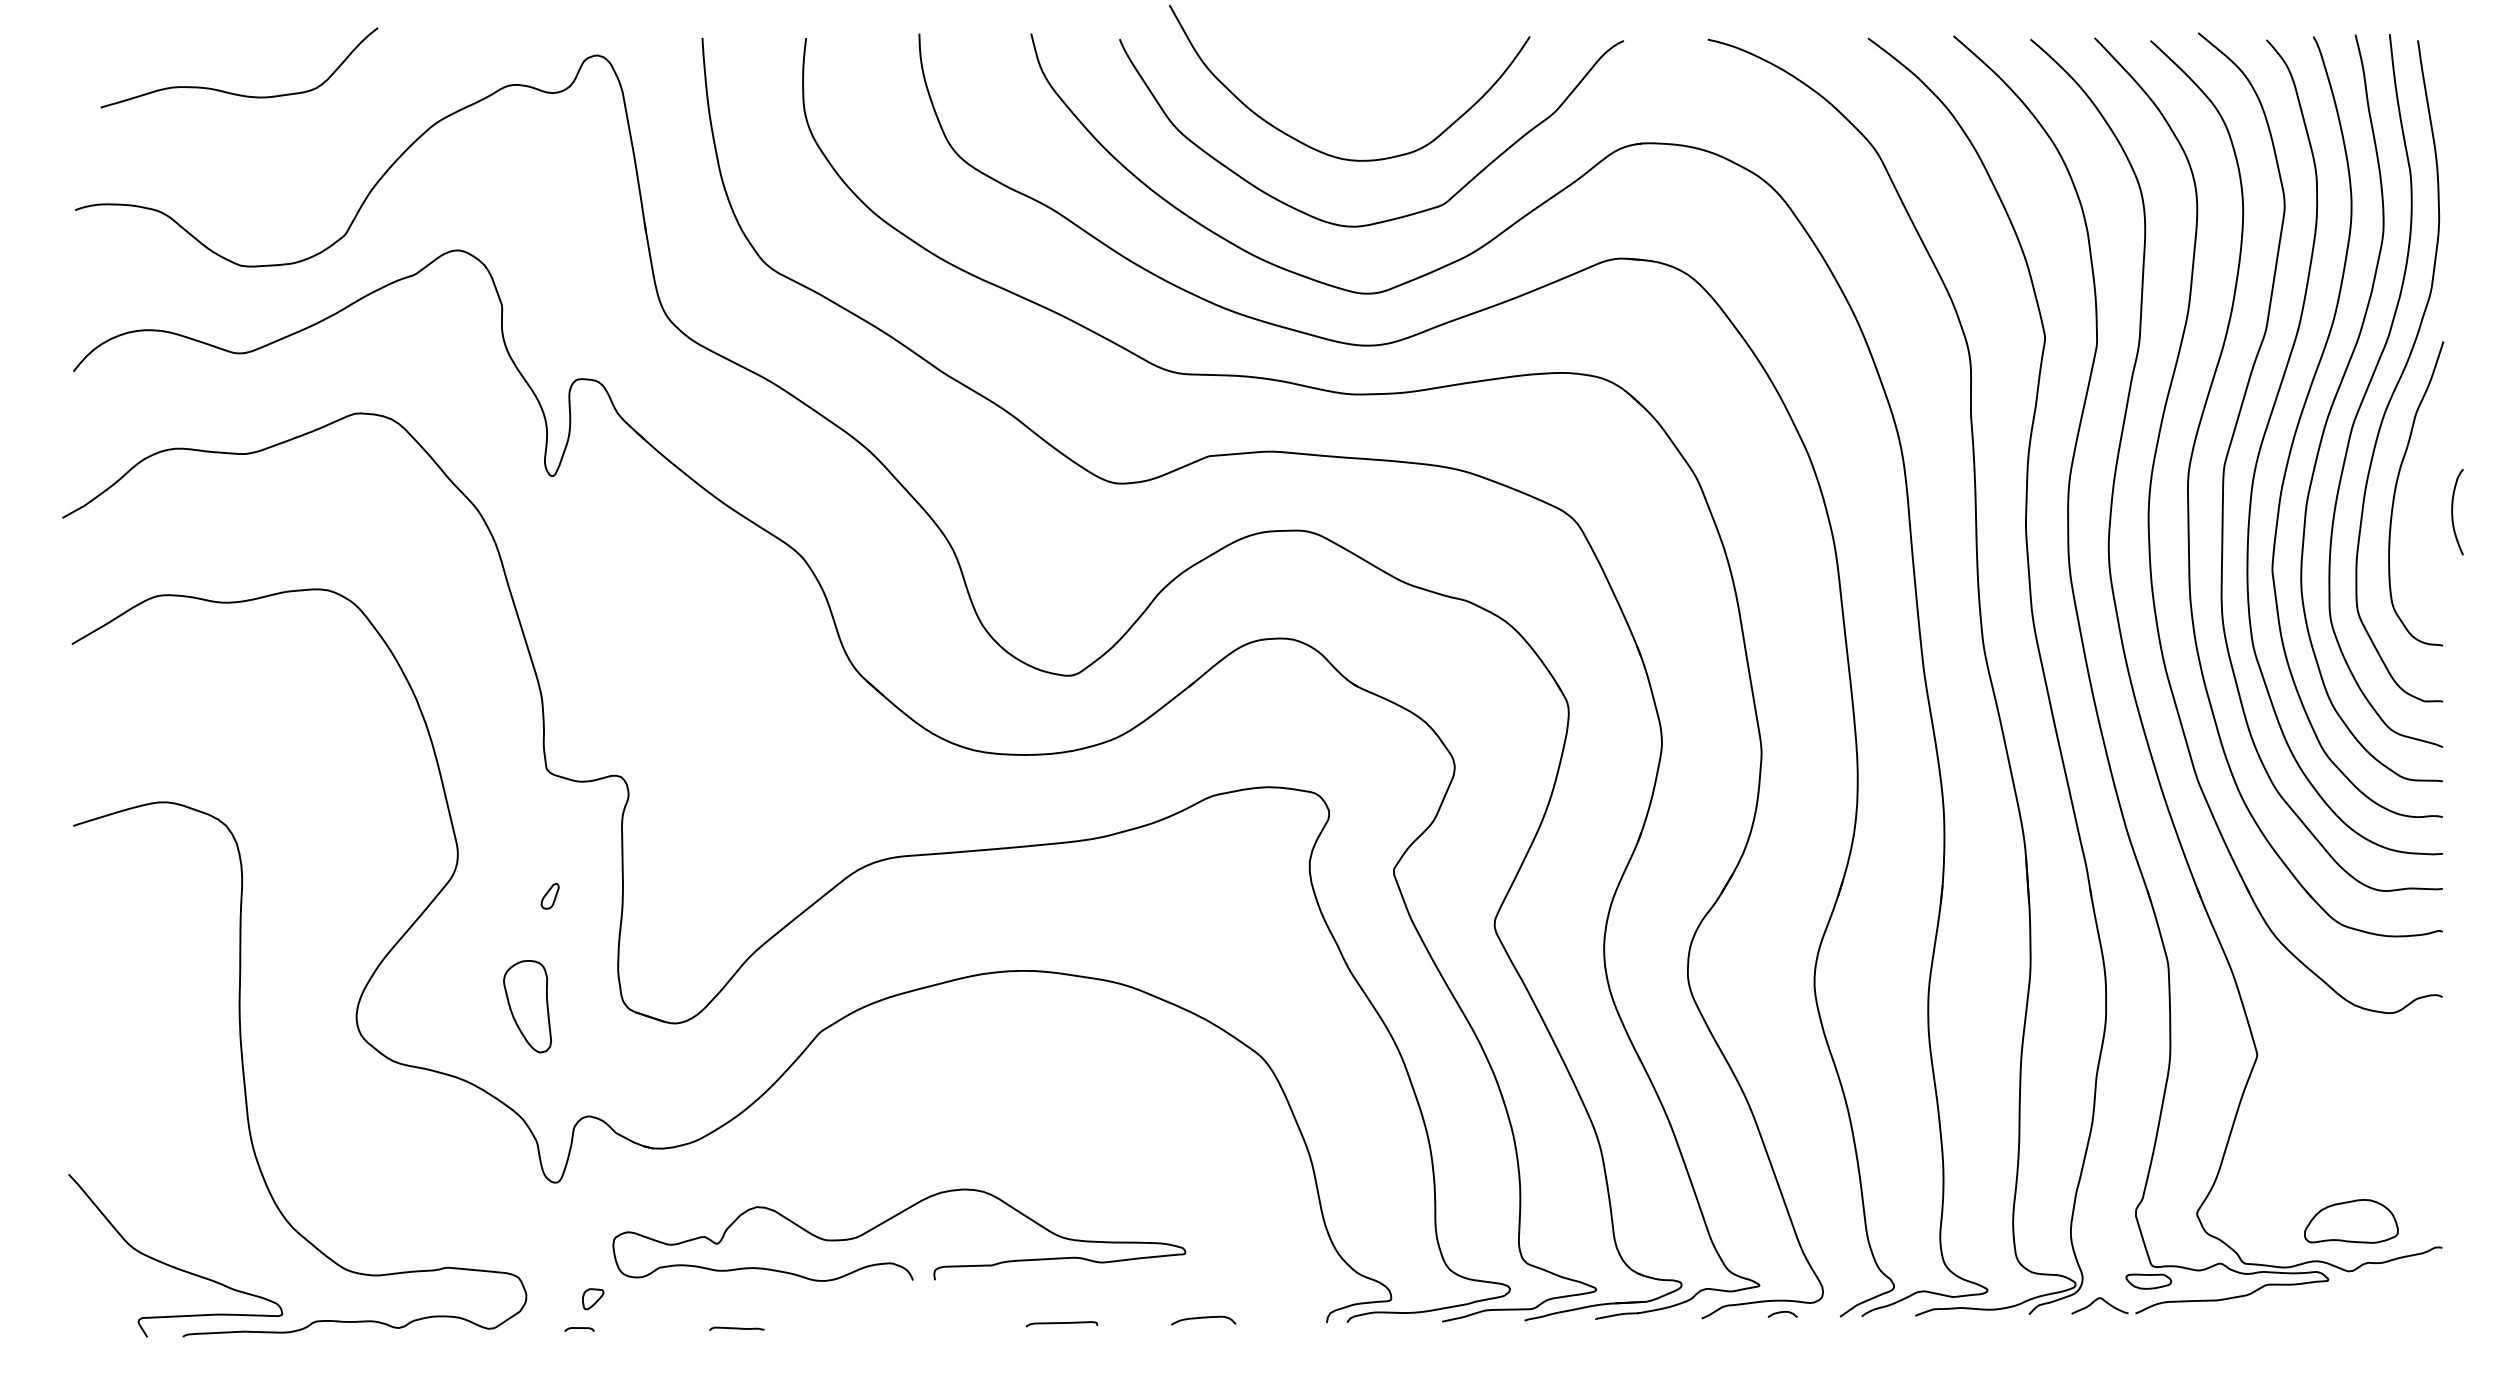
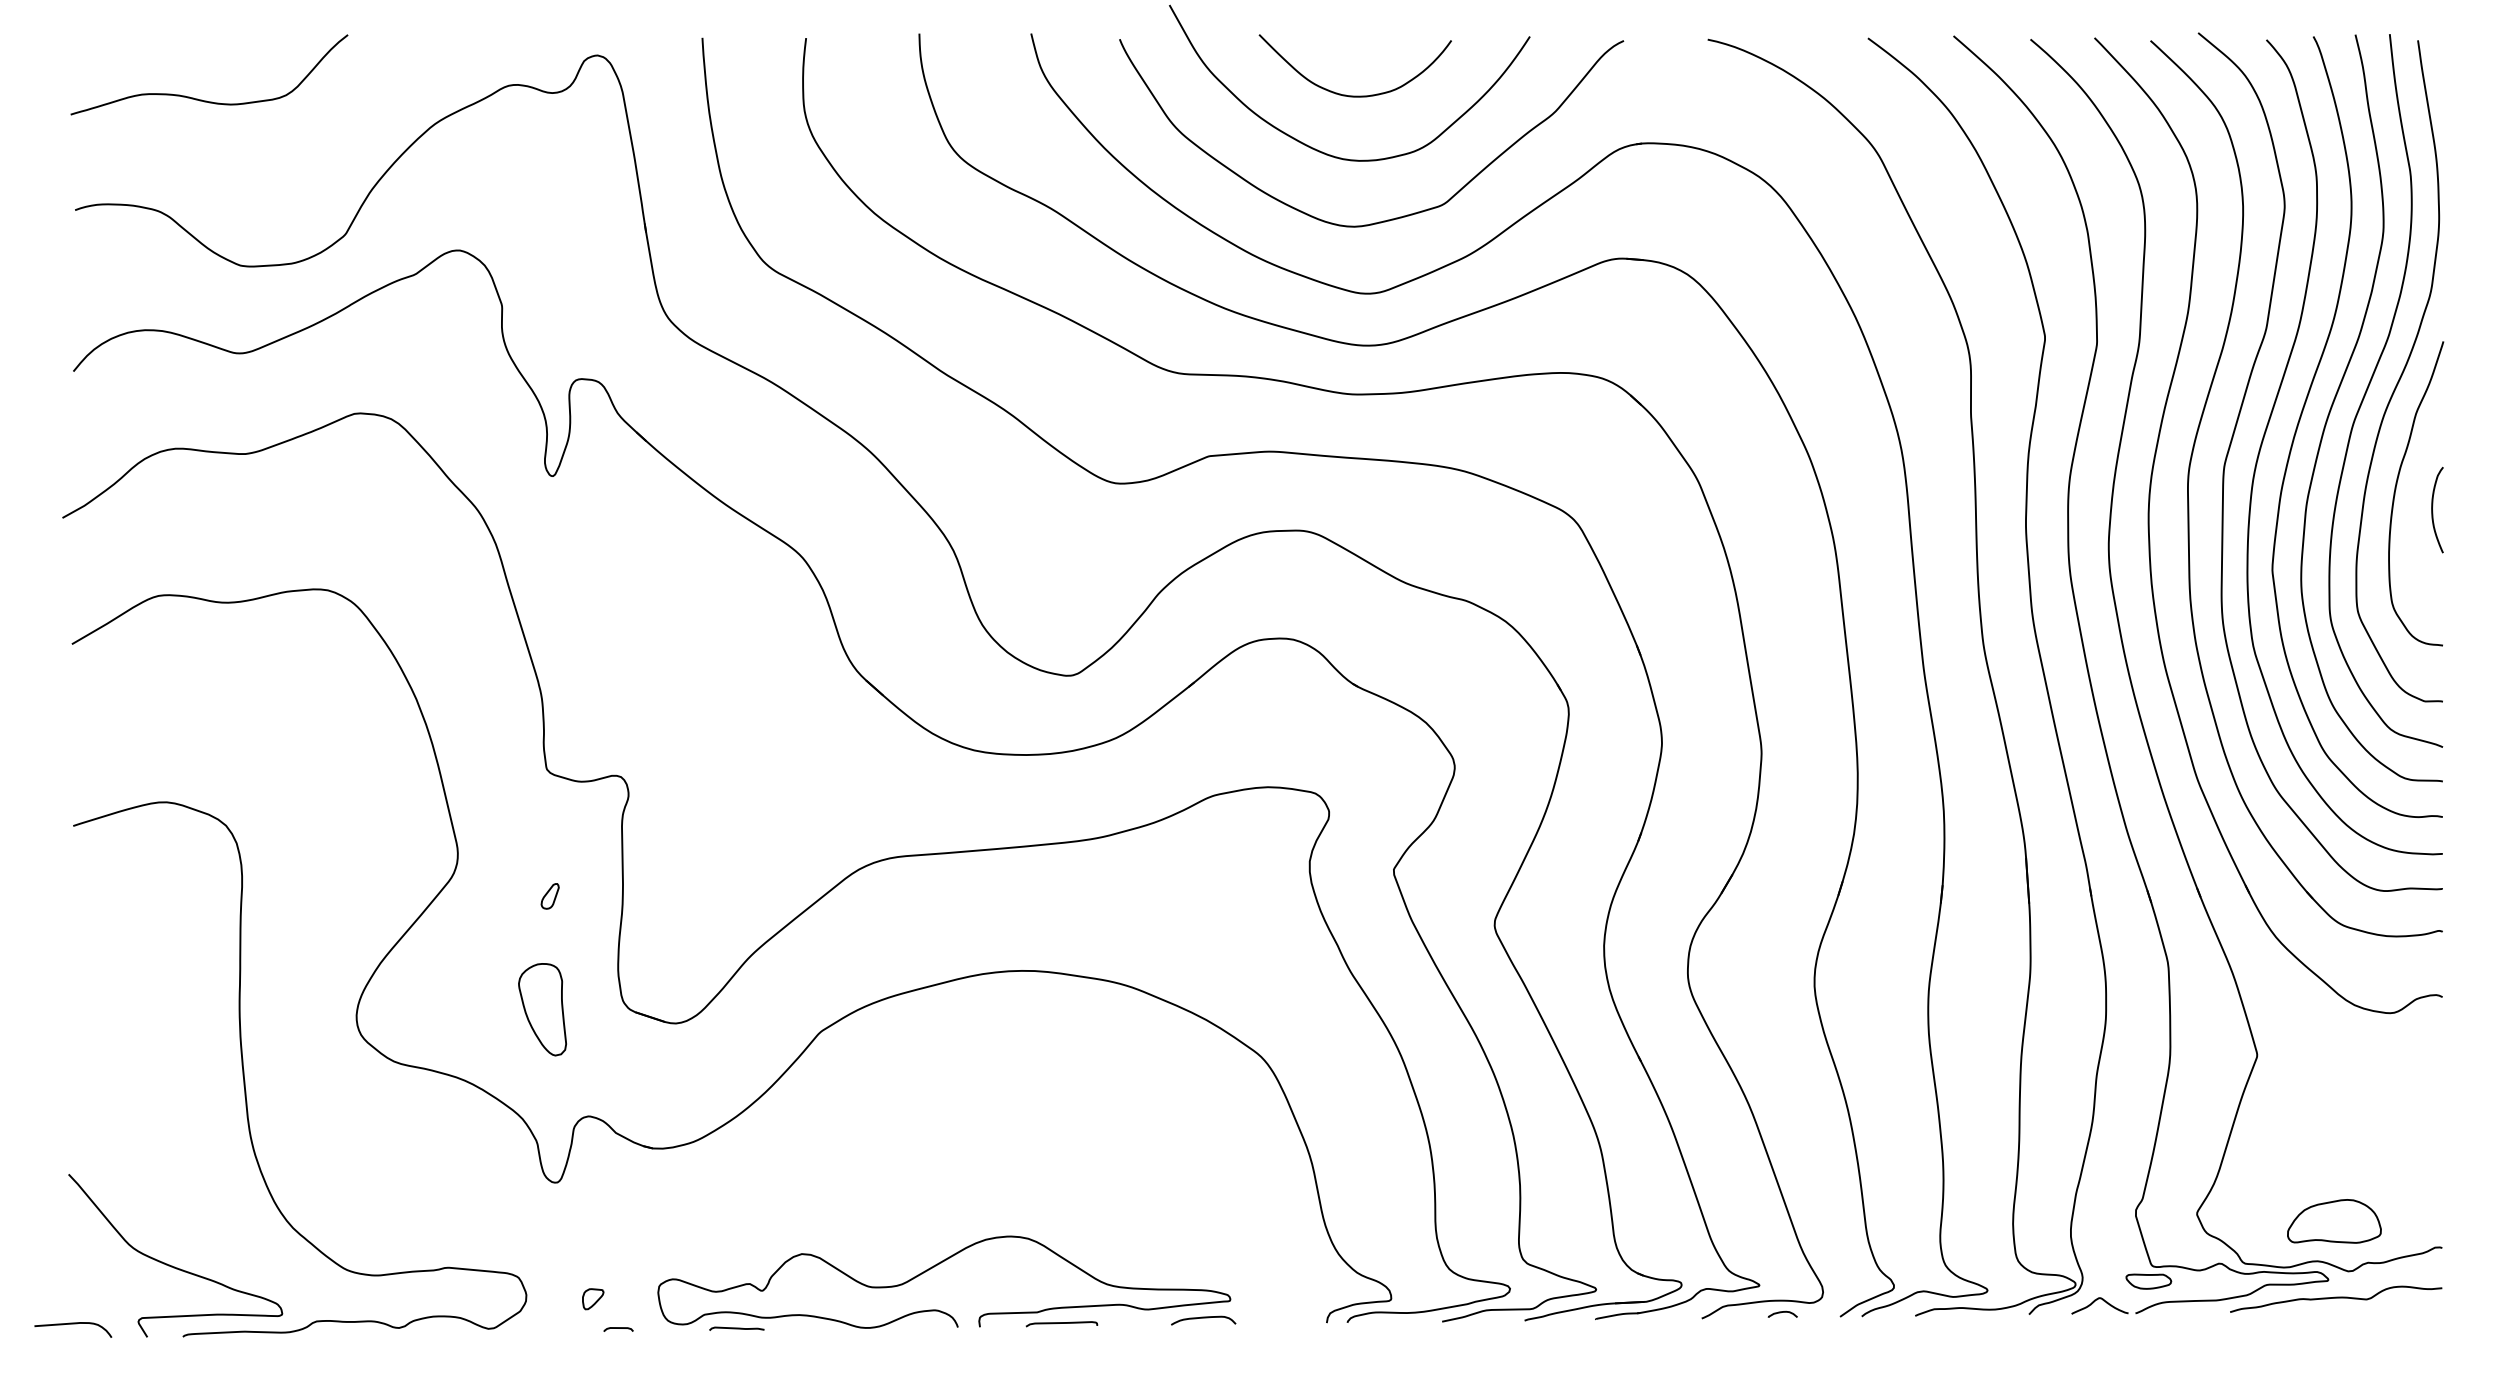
curve at (232, 92) position: (232, 92) -> (202, 99)
curve at (1354, 95): none -> present
curve at (2453, 513) position: (2453, 513) -> (2433, 511)
part at (527, 1006) position: (527, 1006) -> (542, 1009)
curve at (891, 1219) position: (891, 1219) -> (936, 1266)
part at (2351, 1221) position: (2351, 1221) -> (2334, 1221)
curve at (2336, 1298): none -> present
curve at (73, 1324): none -> present
curve at (579, 1328) position: (579, 1328) -> (618, 1328)
